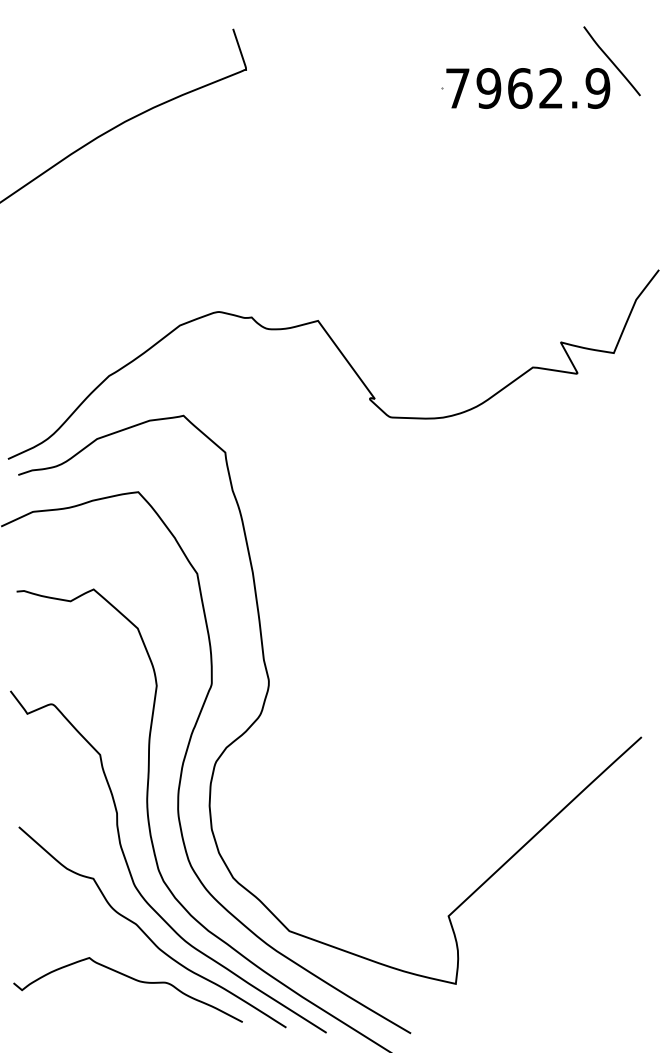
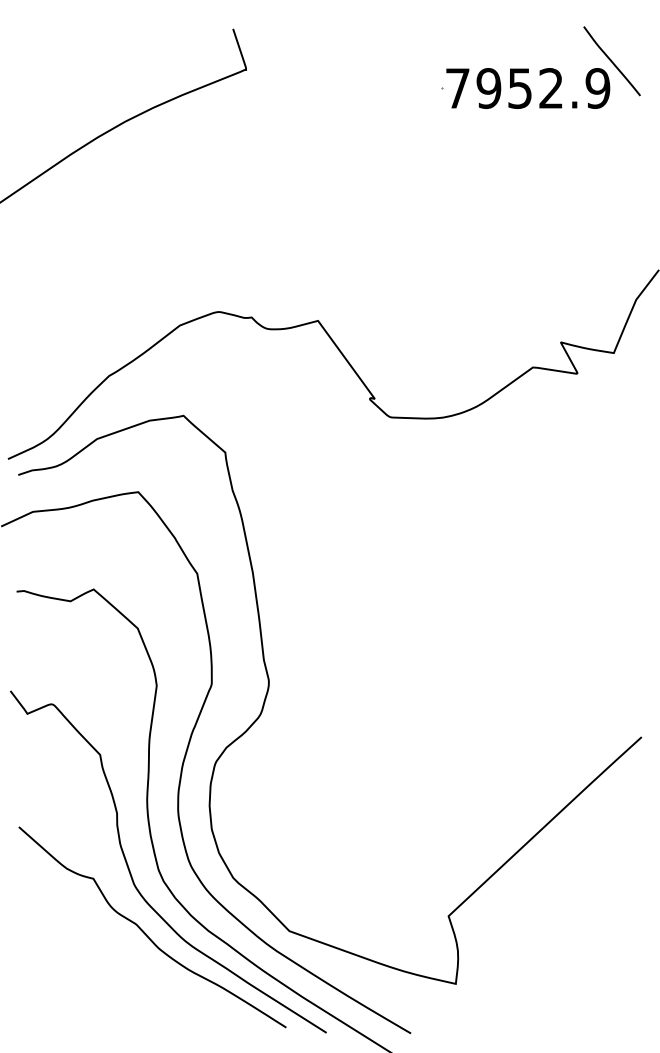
text at (520, 88): 7962.9 -> 7952.9
curve at (131, 979): present -> none
